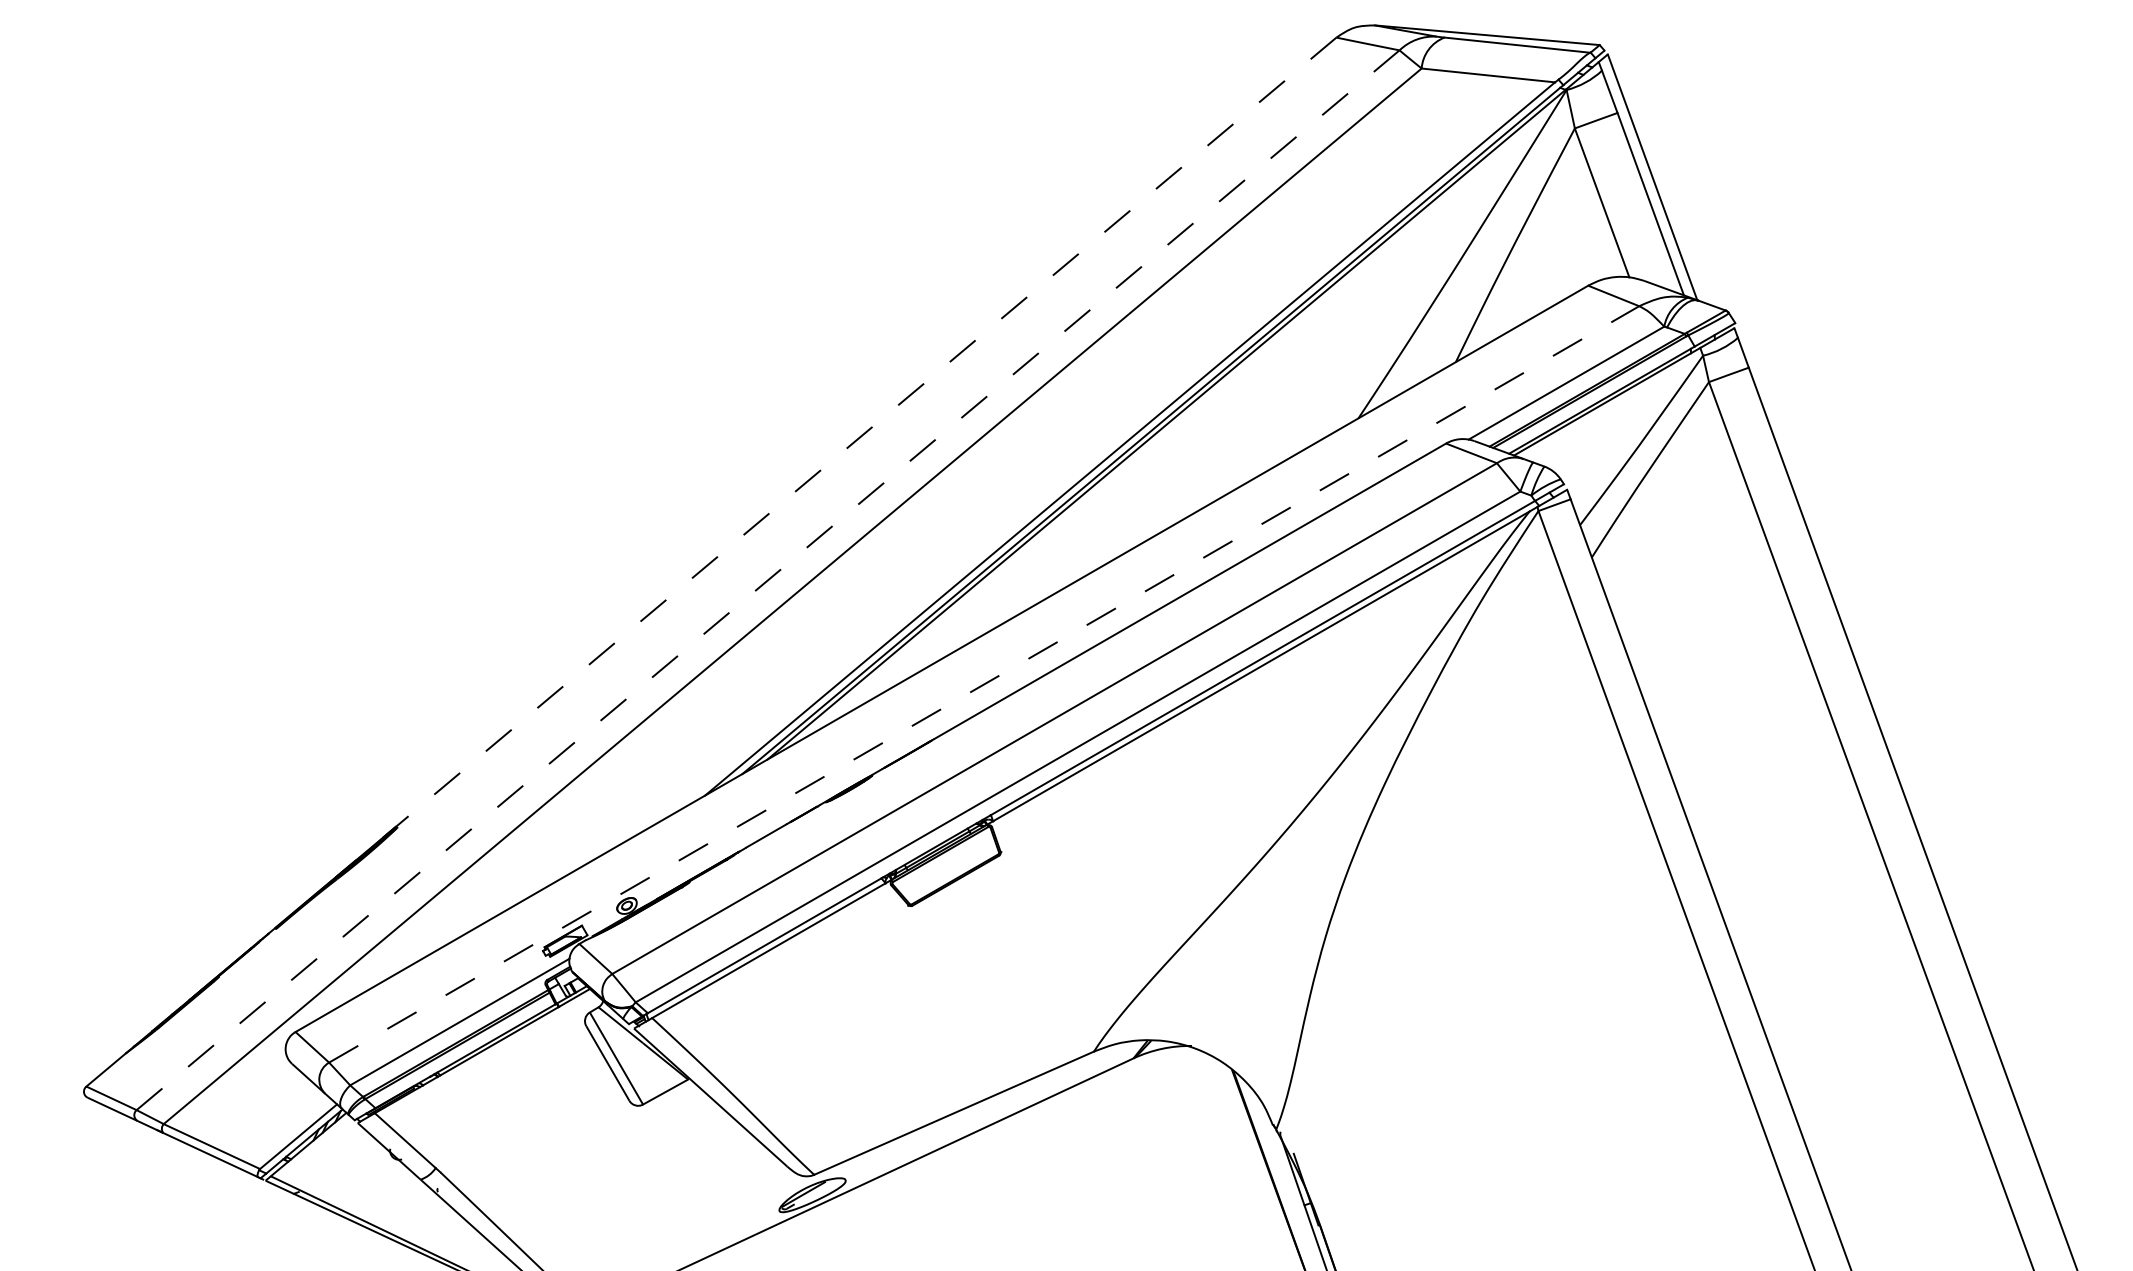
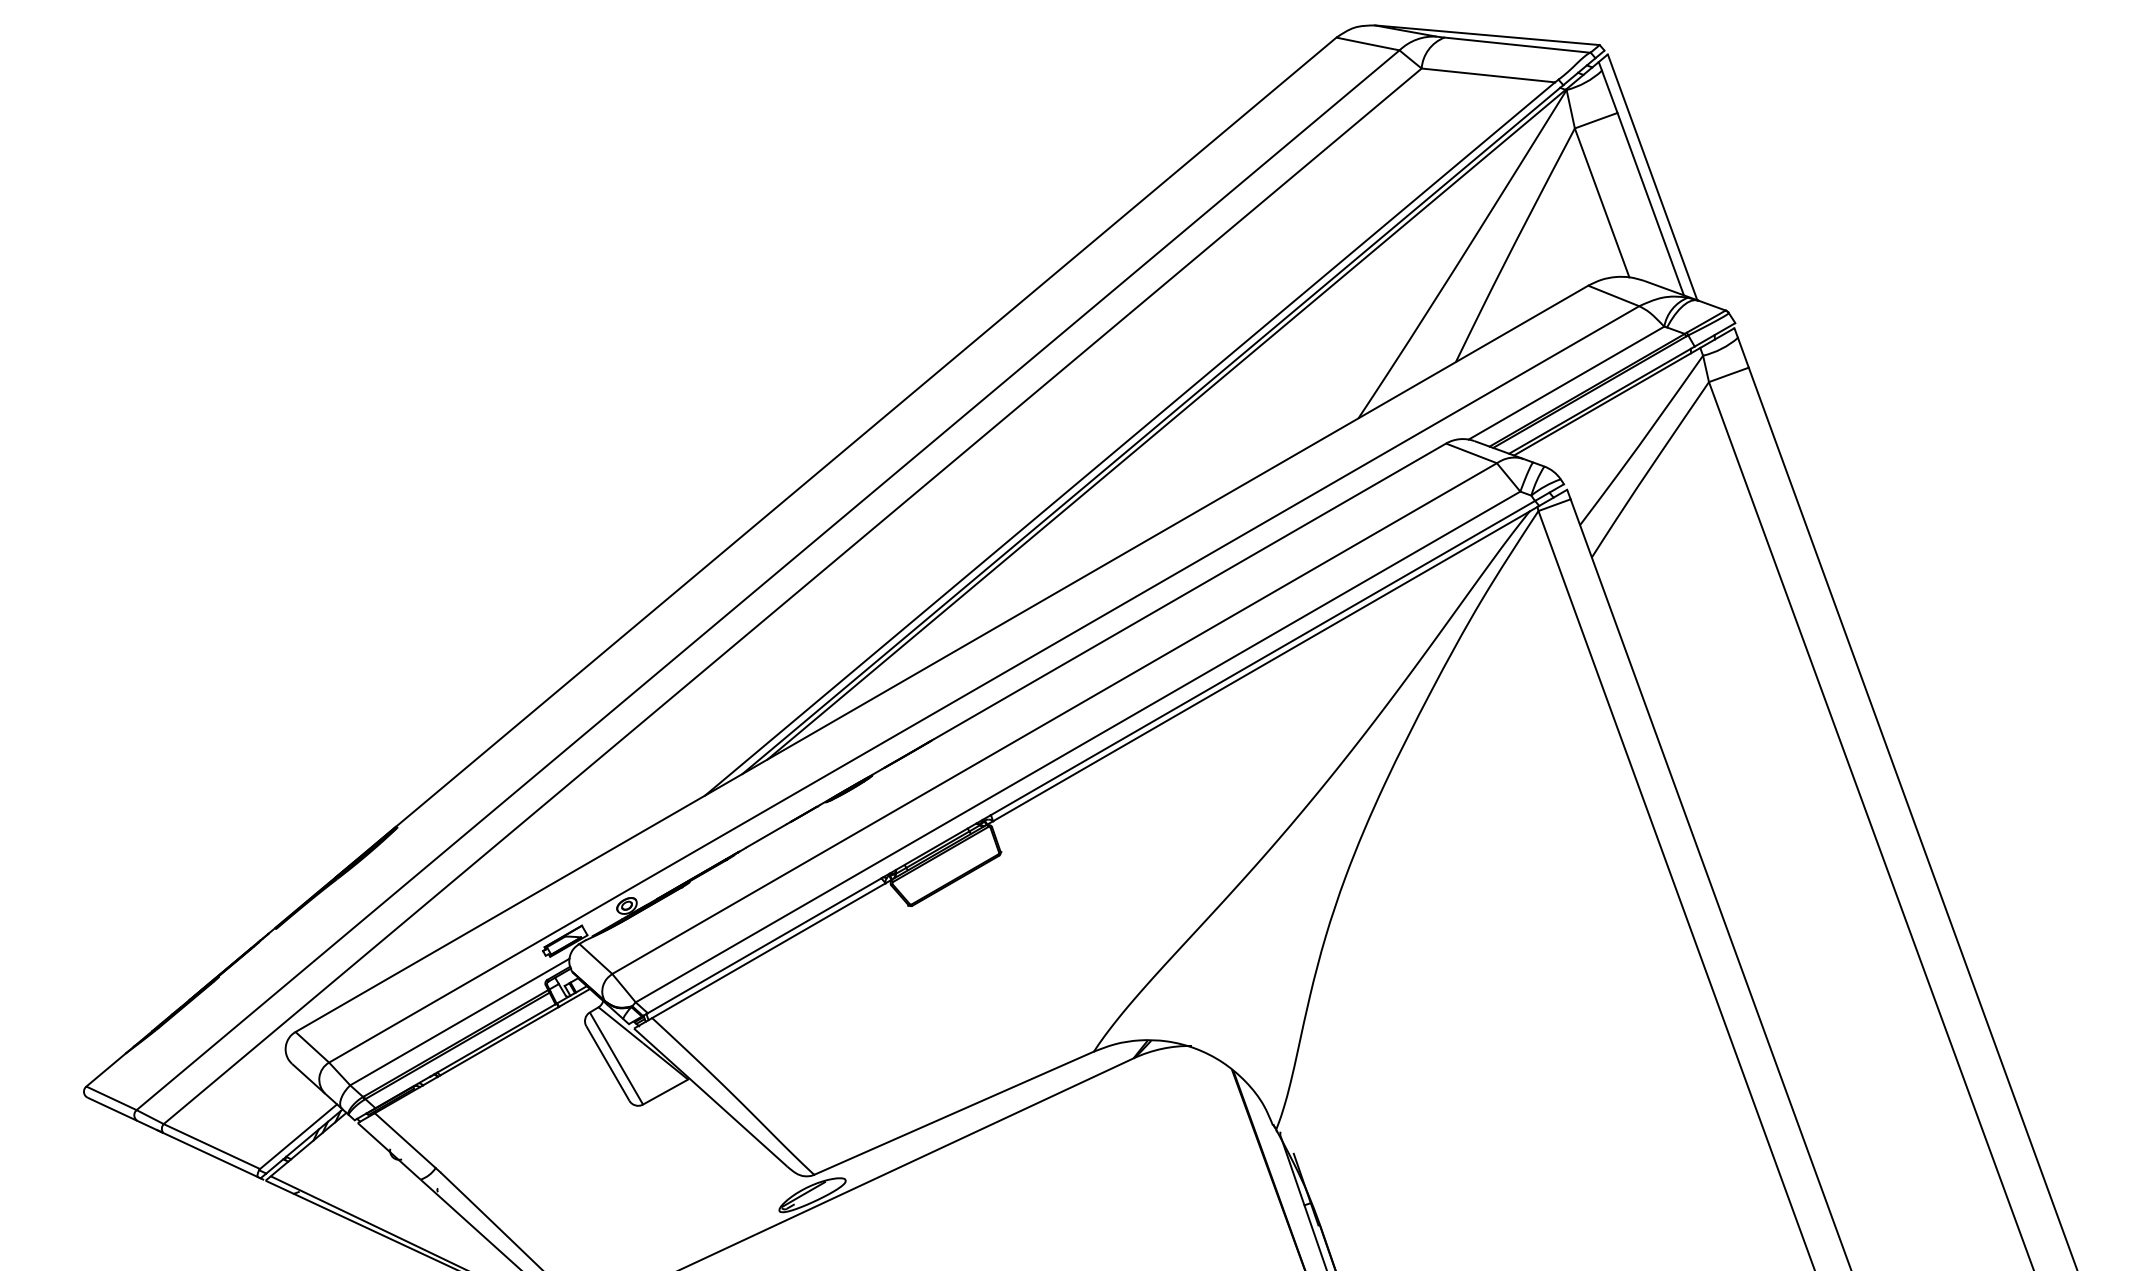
line at (835, 457): dashed -> solid
line at (768, 579): dashed -> solid
line at (984, 684): dashed -> solid
